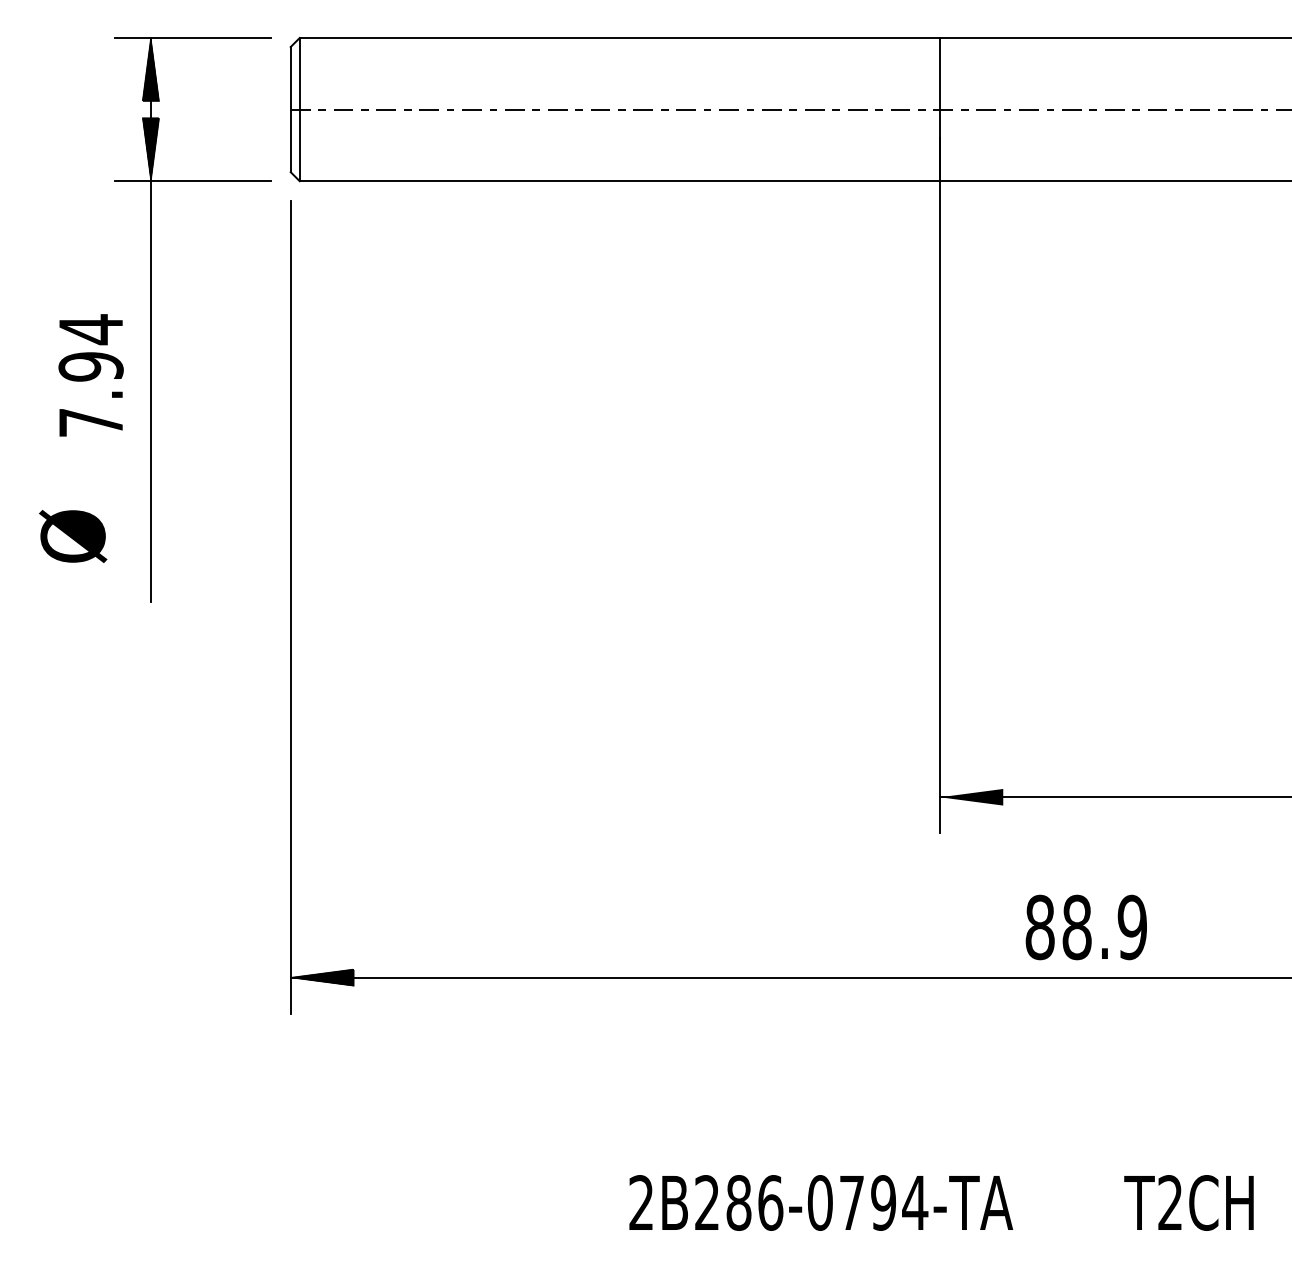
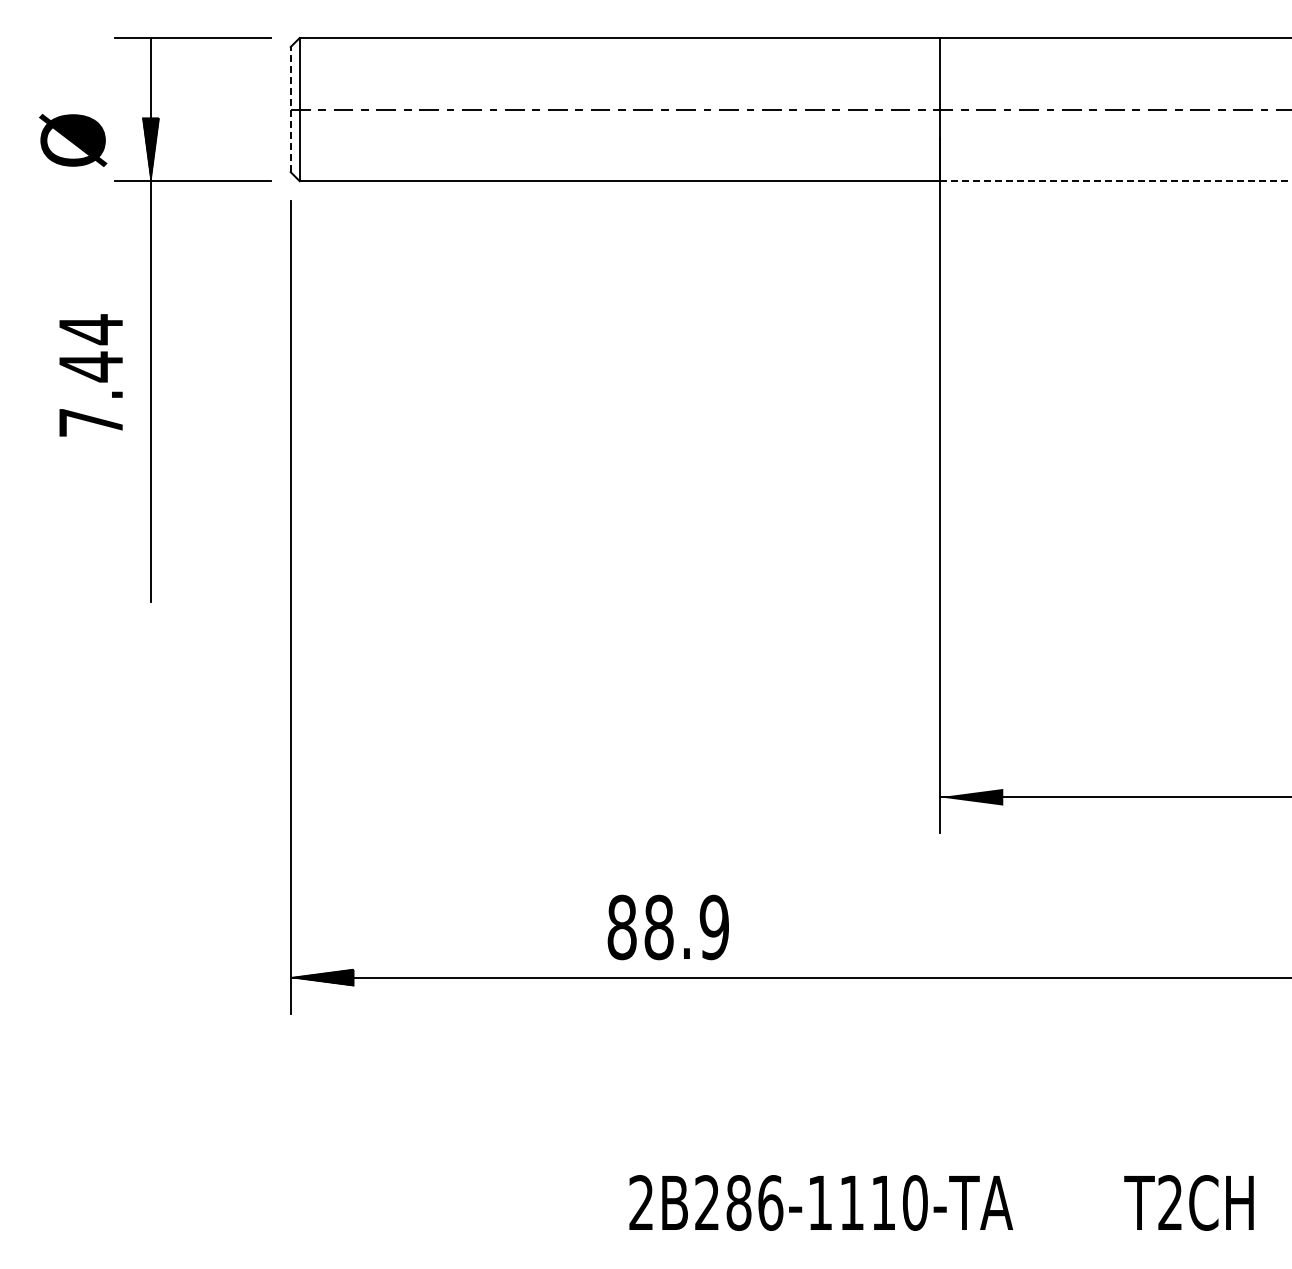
hatch at (150, 69): present -> none
line at (290, 109): solid -> dashed
line at (1116, 181): solid -> dashed
text at (90, 366): 7.94 -> 7.44
text at (73, 536) position: (73, 536) -> (73, 140)
text at (1085, 927) position: (1085, 927) -> (667, 927)
text at (867, 1202): 2B286-0794-TA -> 2B286-1110-TA
